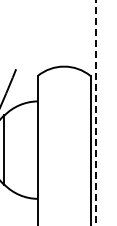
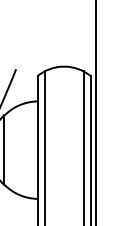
line at (96, 113): dashed -> solid
line at (44, 146): none -> present
line at (83, 146): none -> present
